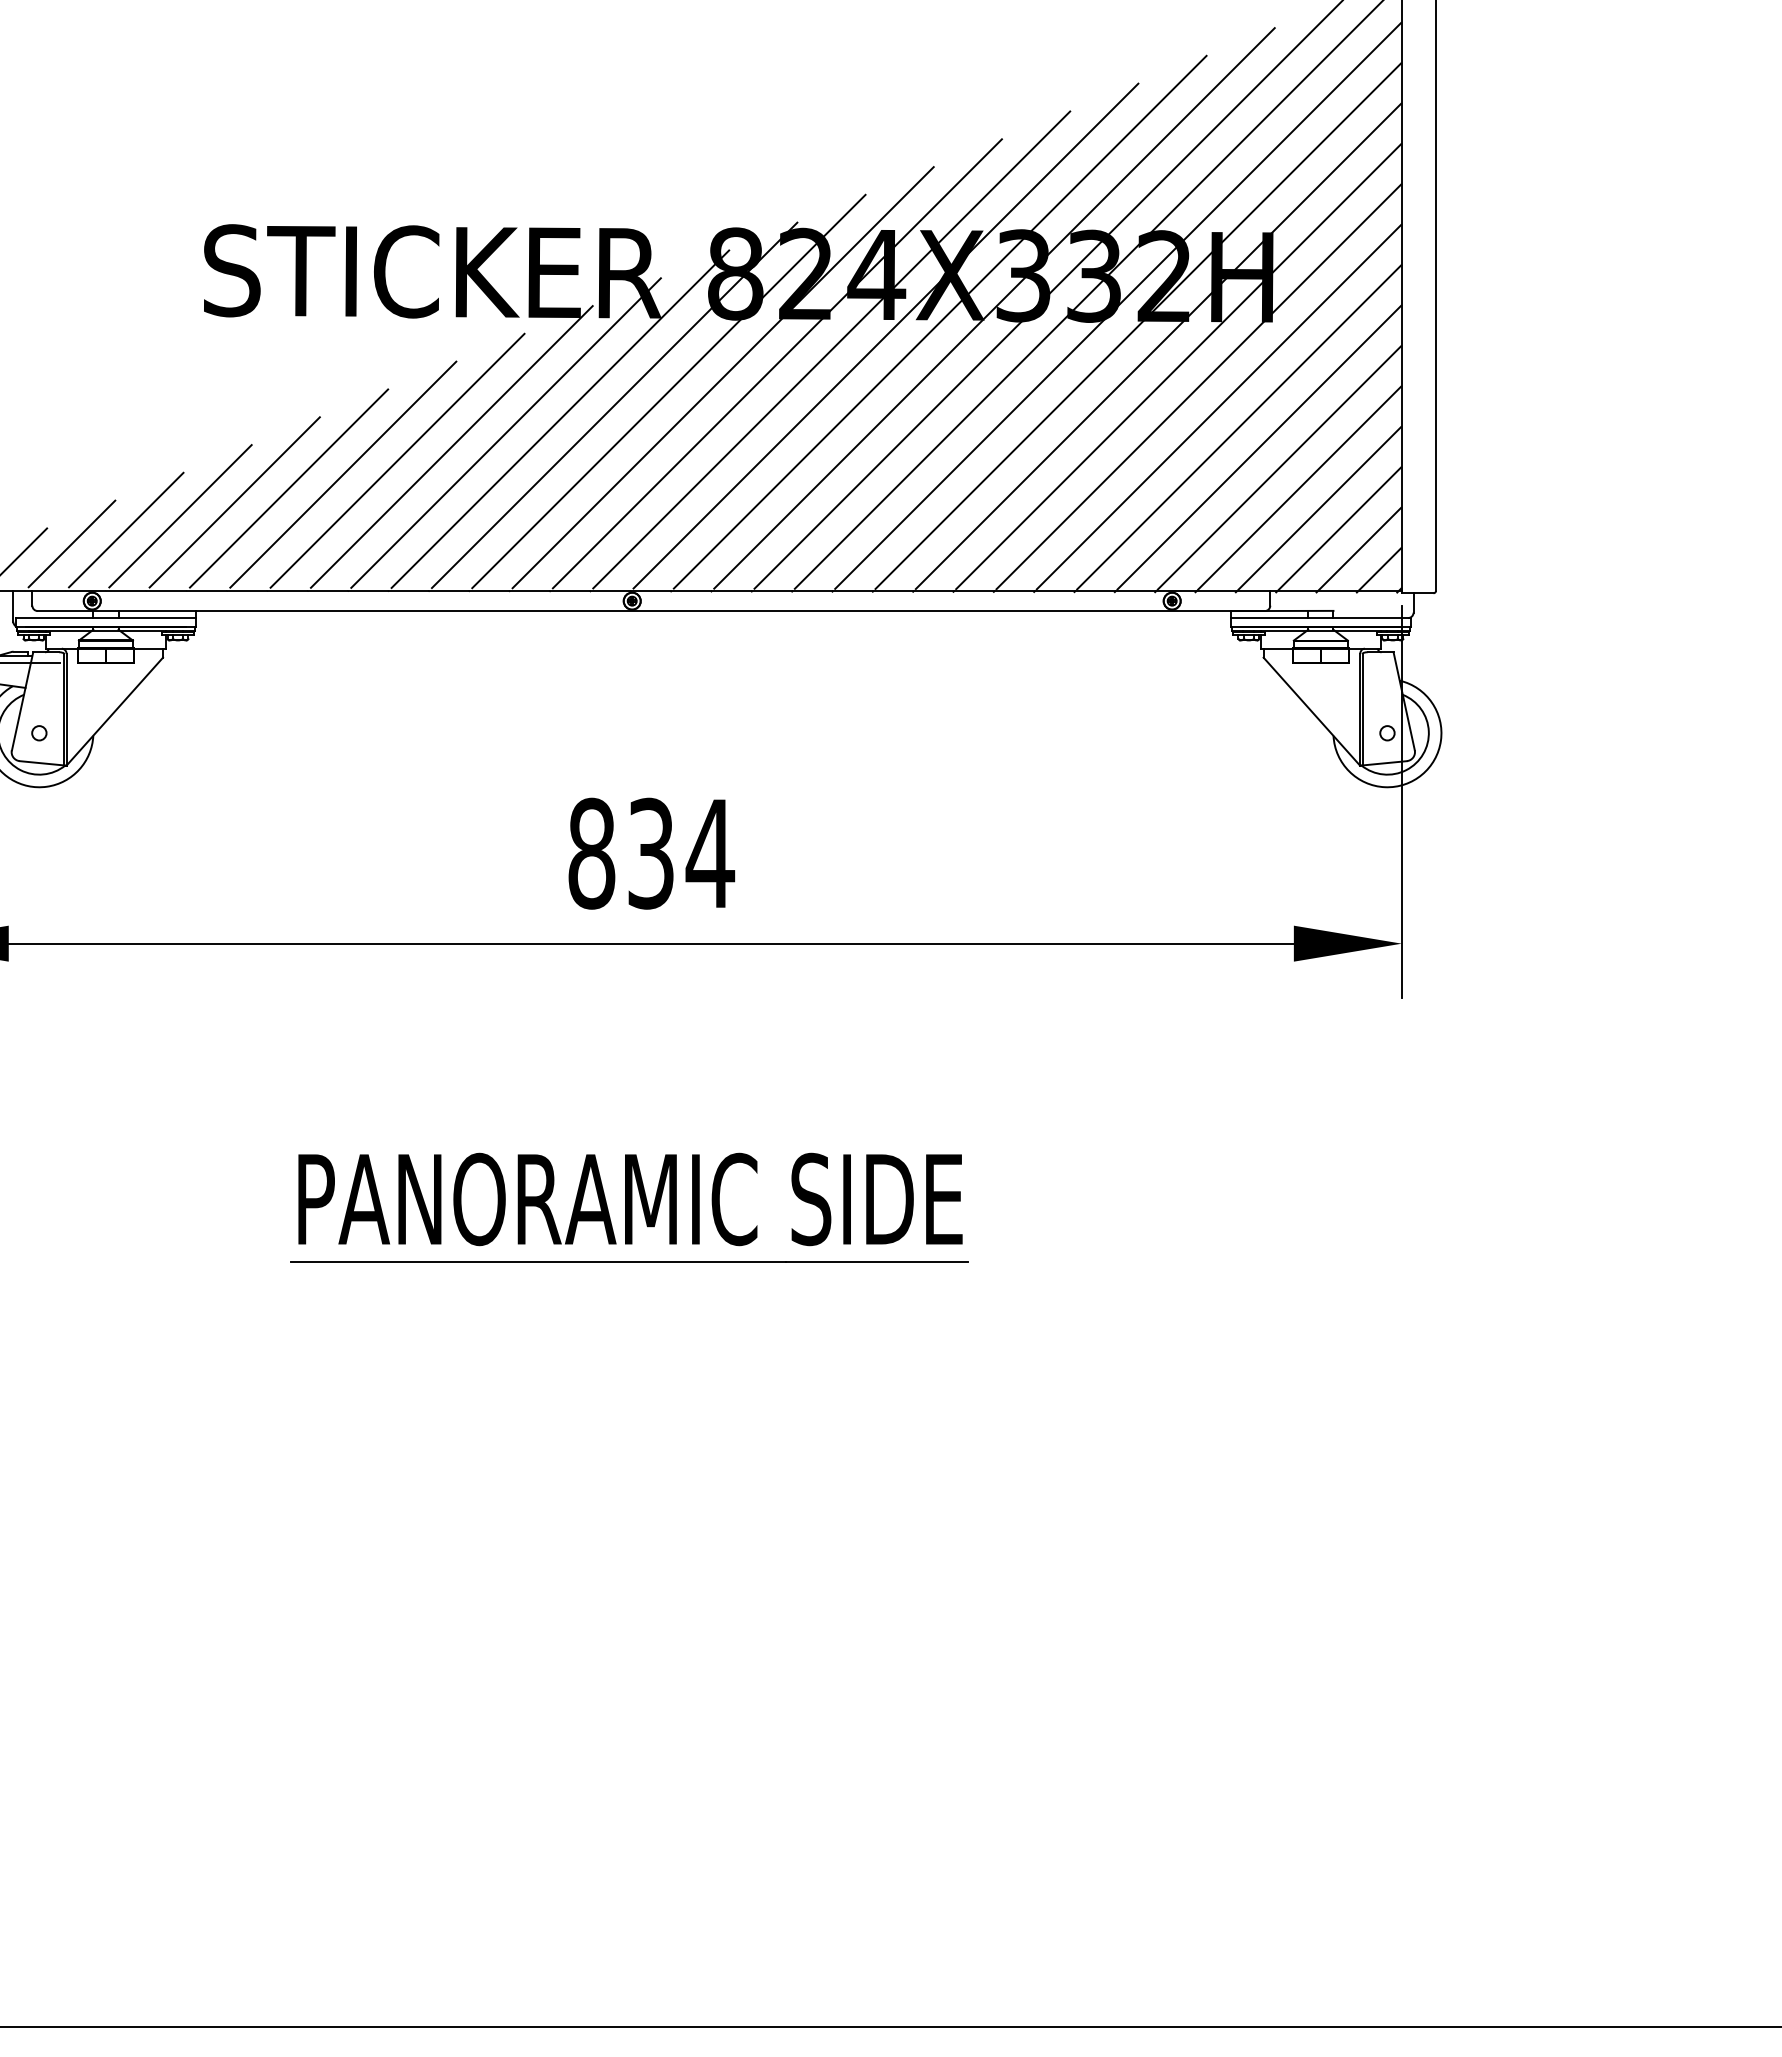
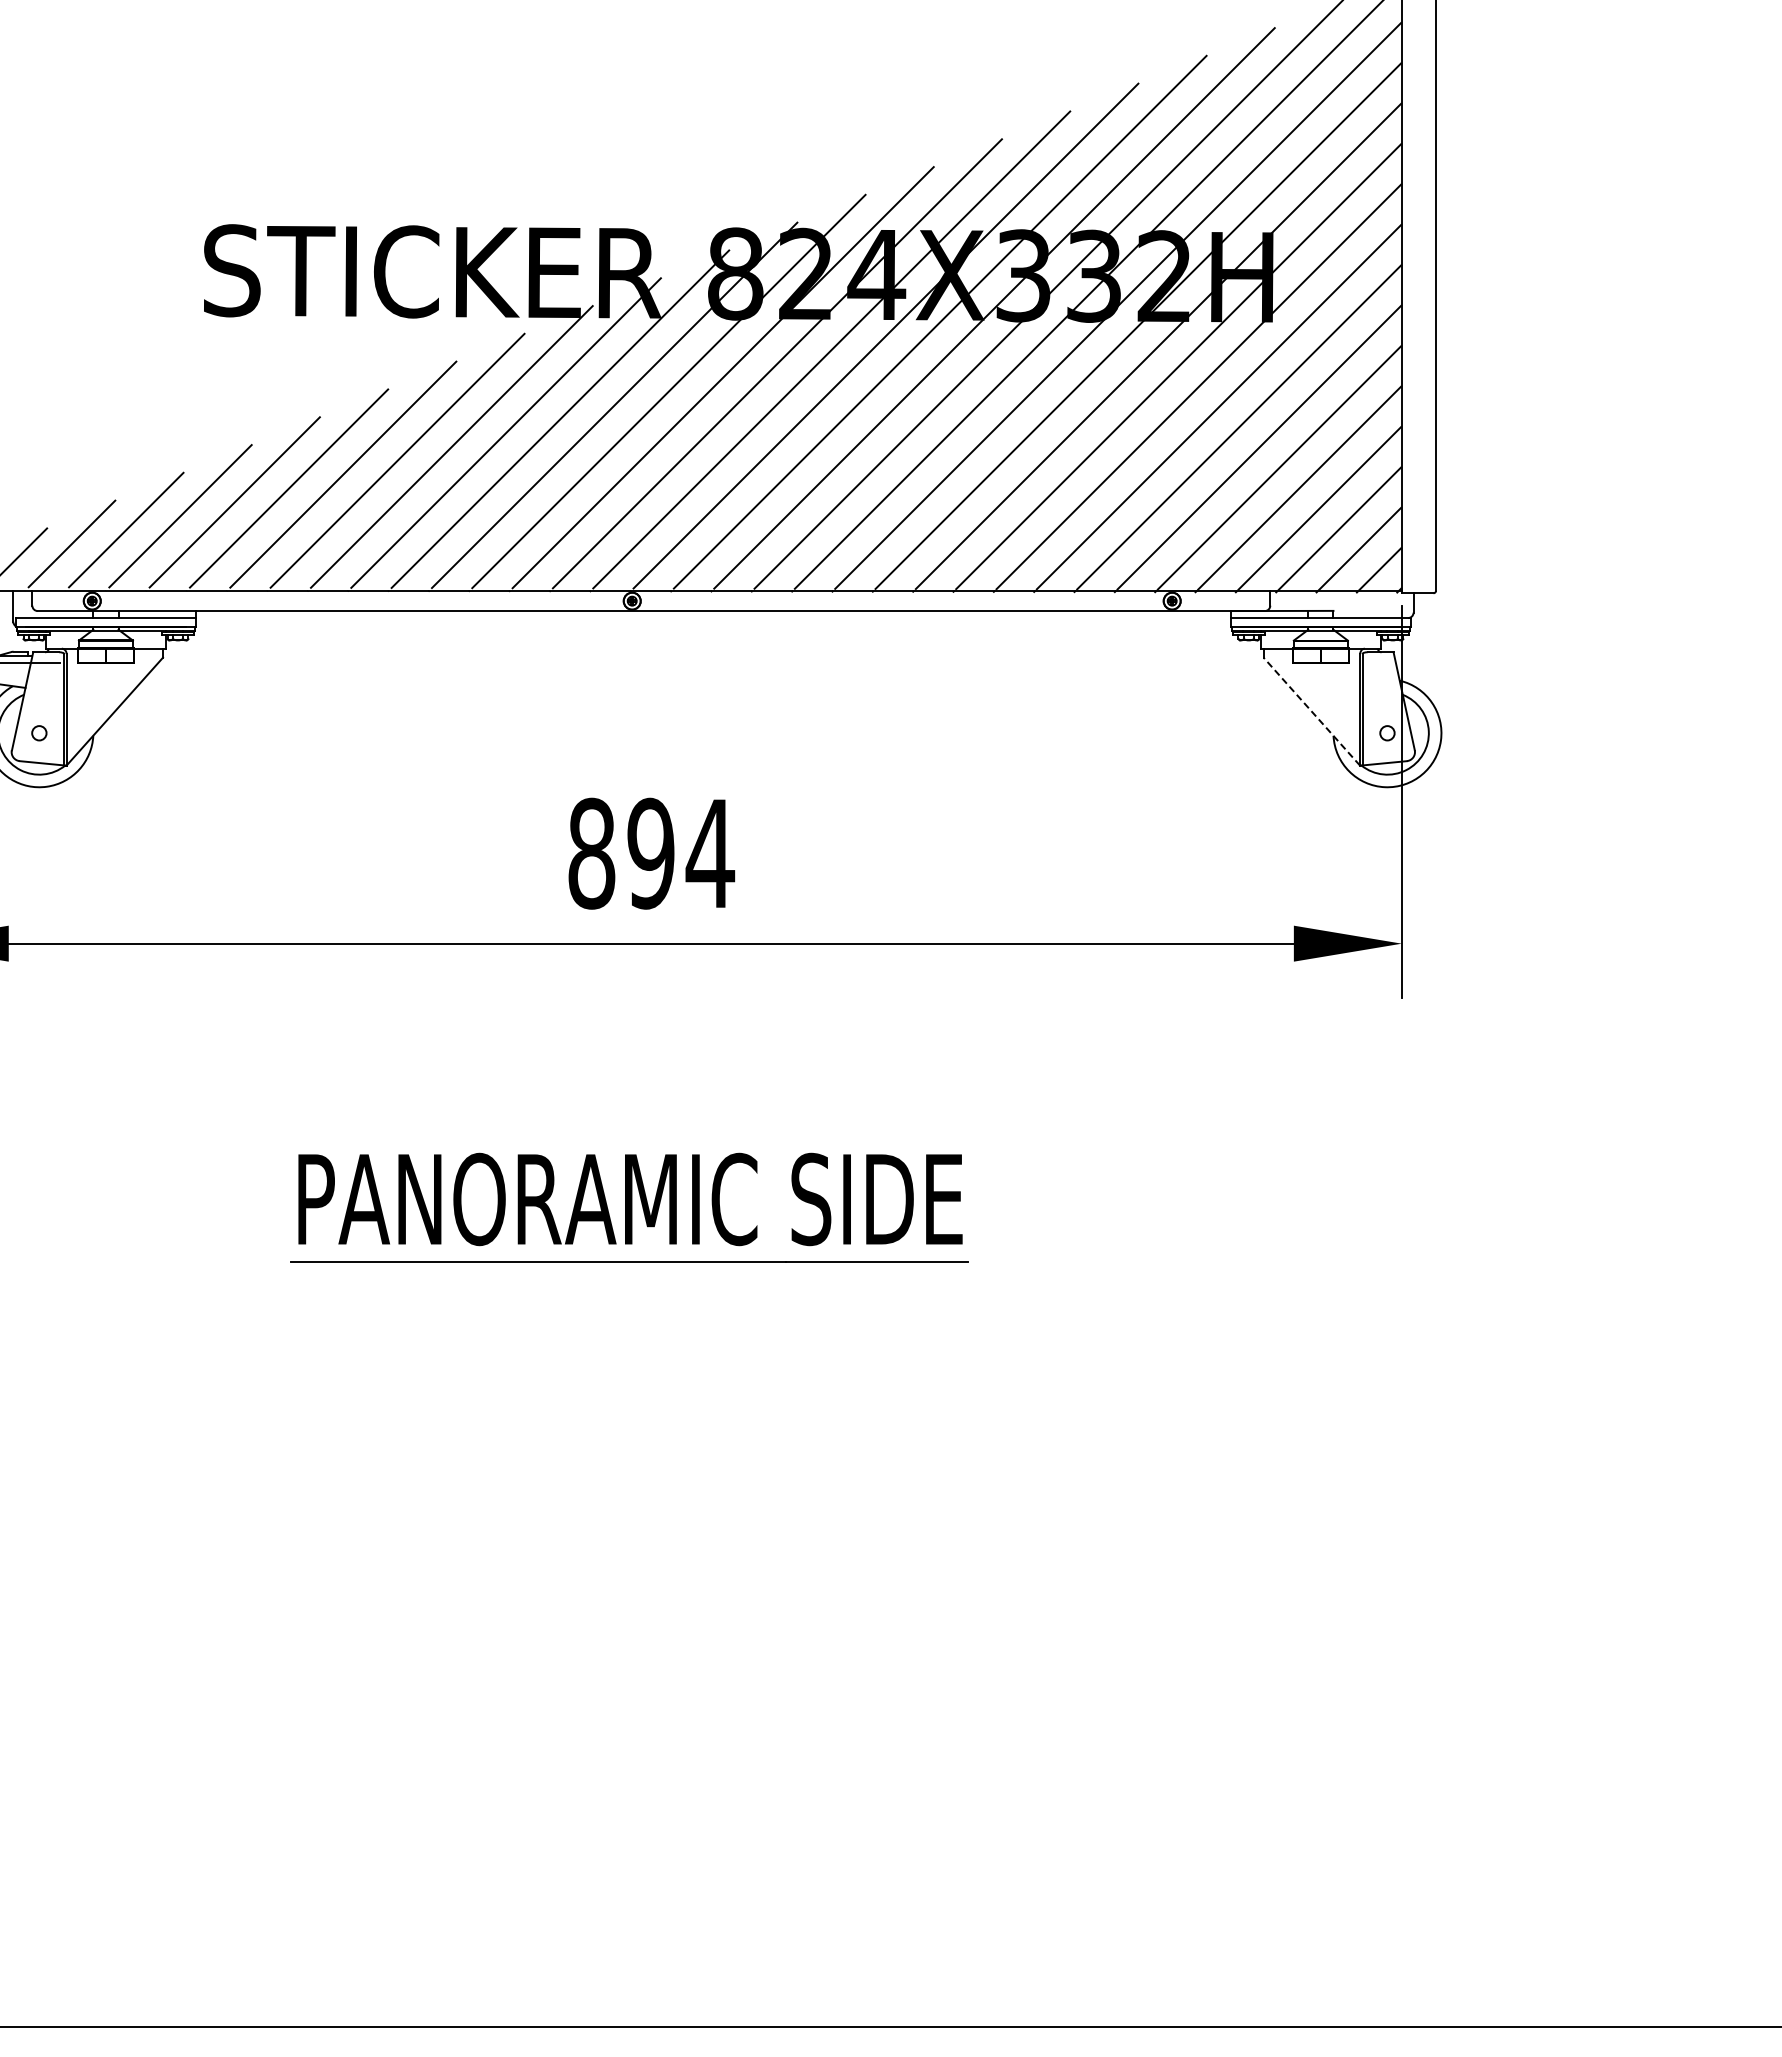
line at (1311, 711): solid -> dashed
text at (650, 853): 834 -> 894
